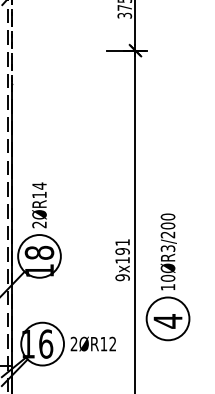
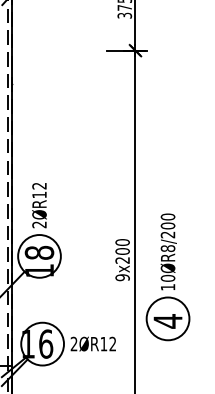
line at (12, 41): dashed -> solid
text at (39, 185): 2ØR14 -> 2ØR12
text at (167, 248): 10ØR3/200 -> 10ØR8/200
text at (122, 251): 9x191 -> 9x200
